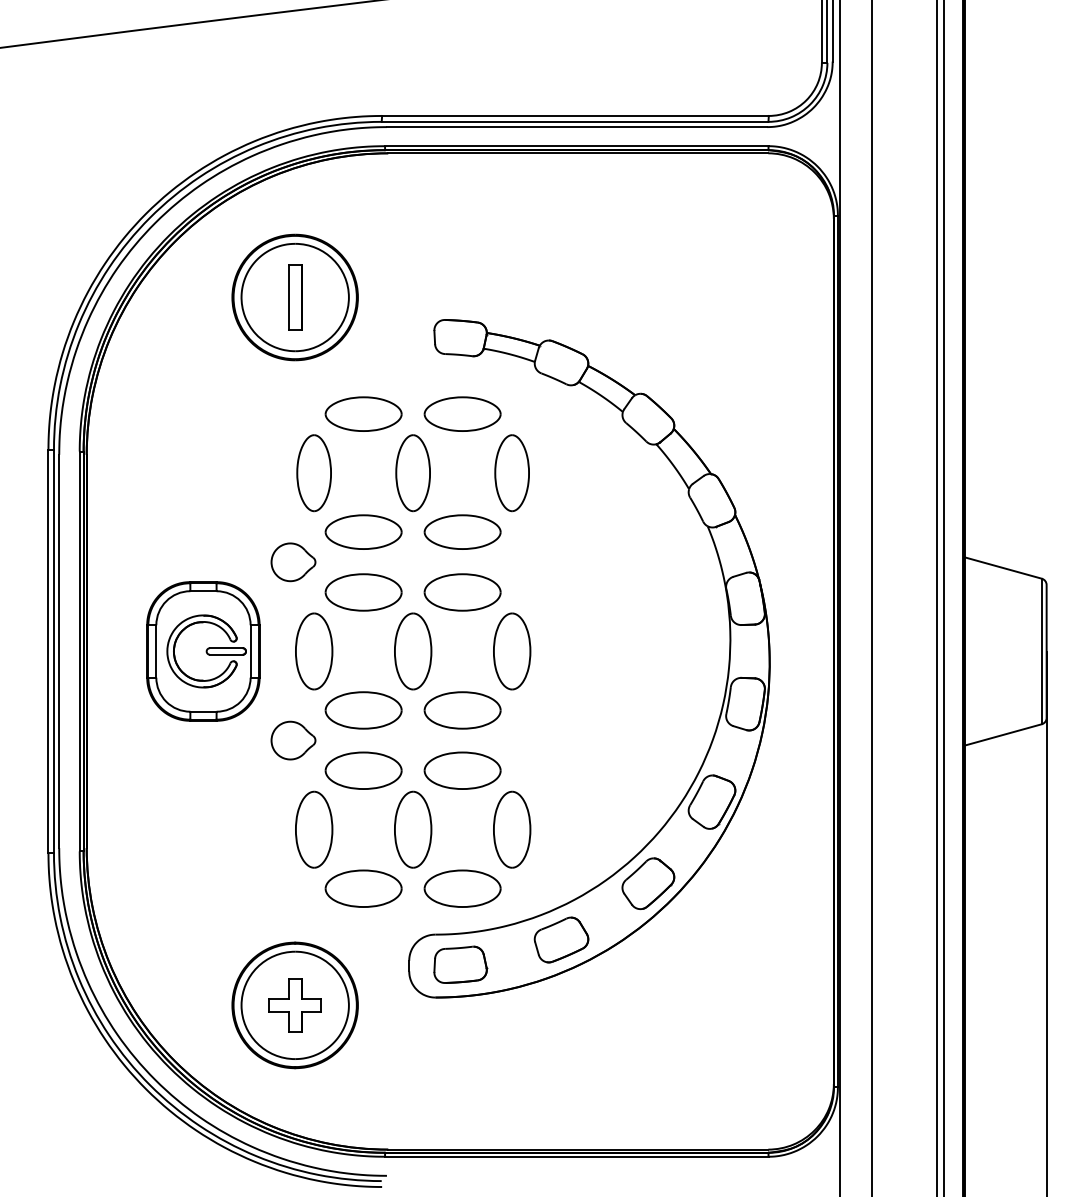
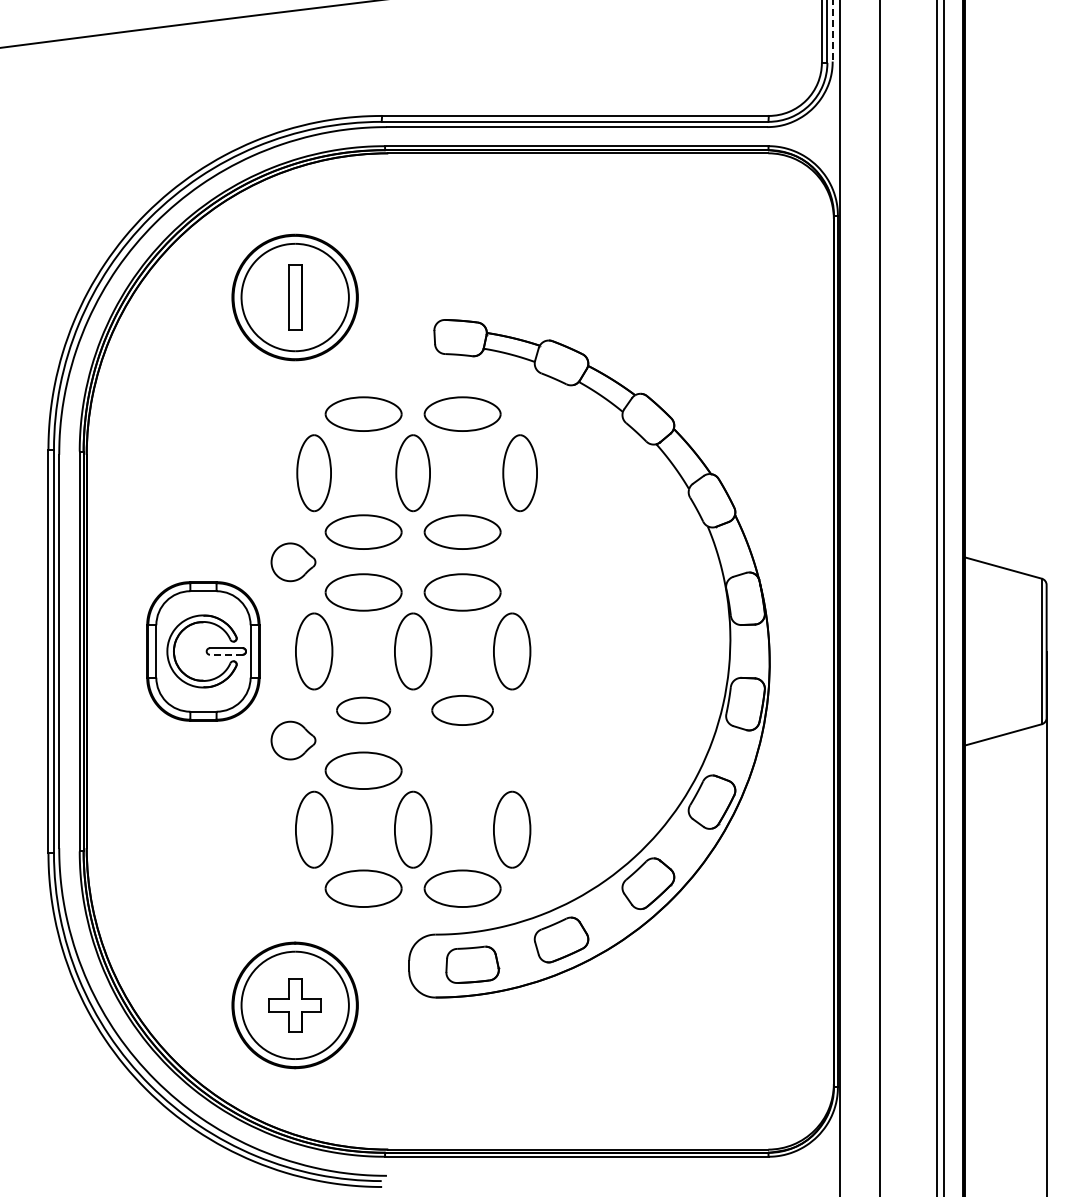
line at (832, 30): solid -> dashed
part at (511, 473) position: (511, 473) -> (519, 473)
line at (871, 597) position: (871, 597) -> (879, 597)
line at (225, 654): solid -> dashed
part at (363, 710) size: 79x39 px -> 56x29 px
part at (462, 710) size: 79x39 px -> 63x31 px
part at (462, 770): present -> none
part at (460, 964) position: (460, 964) -> (472, 964)
